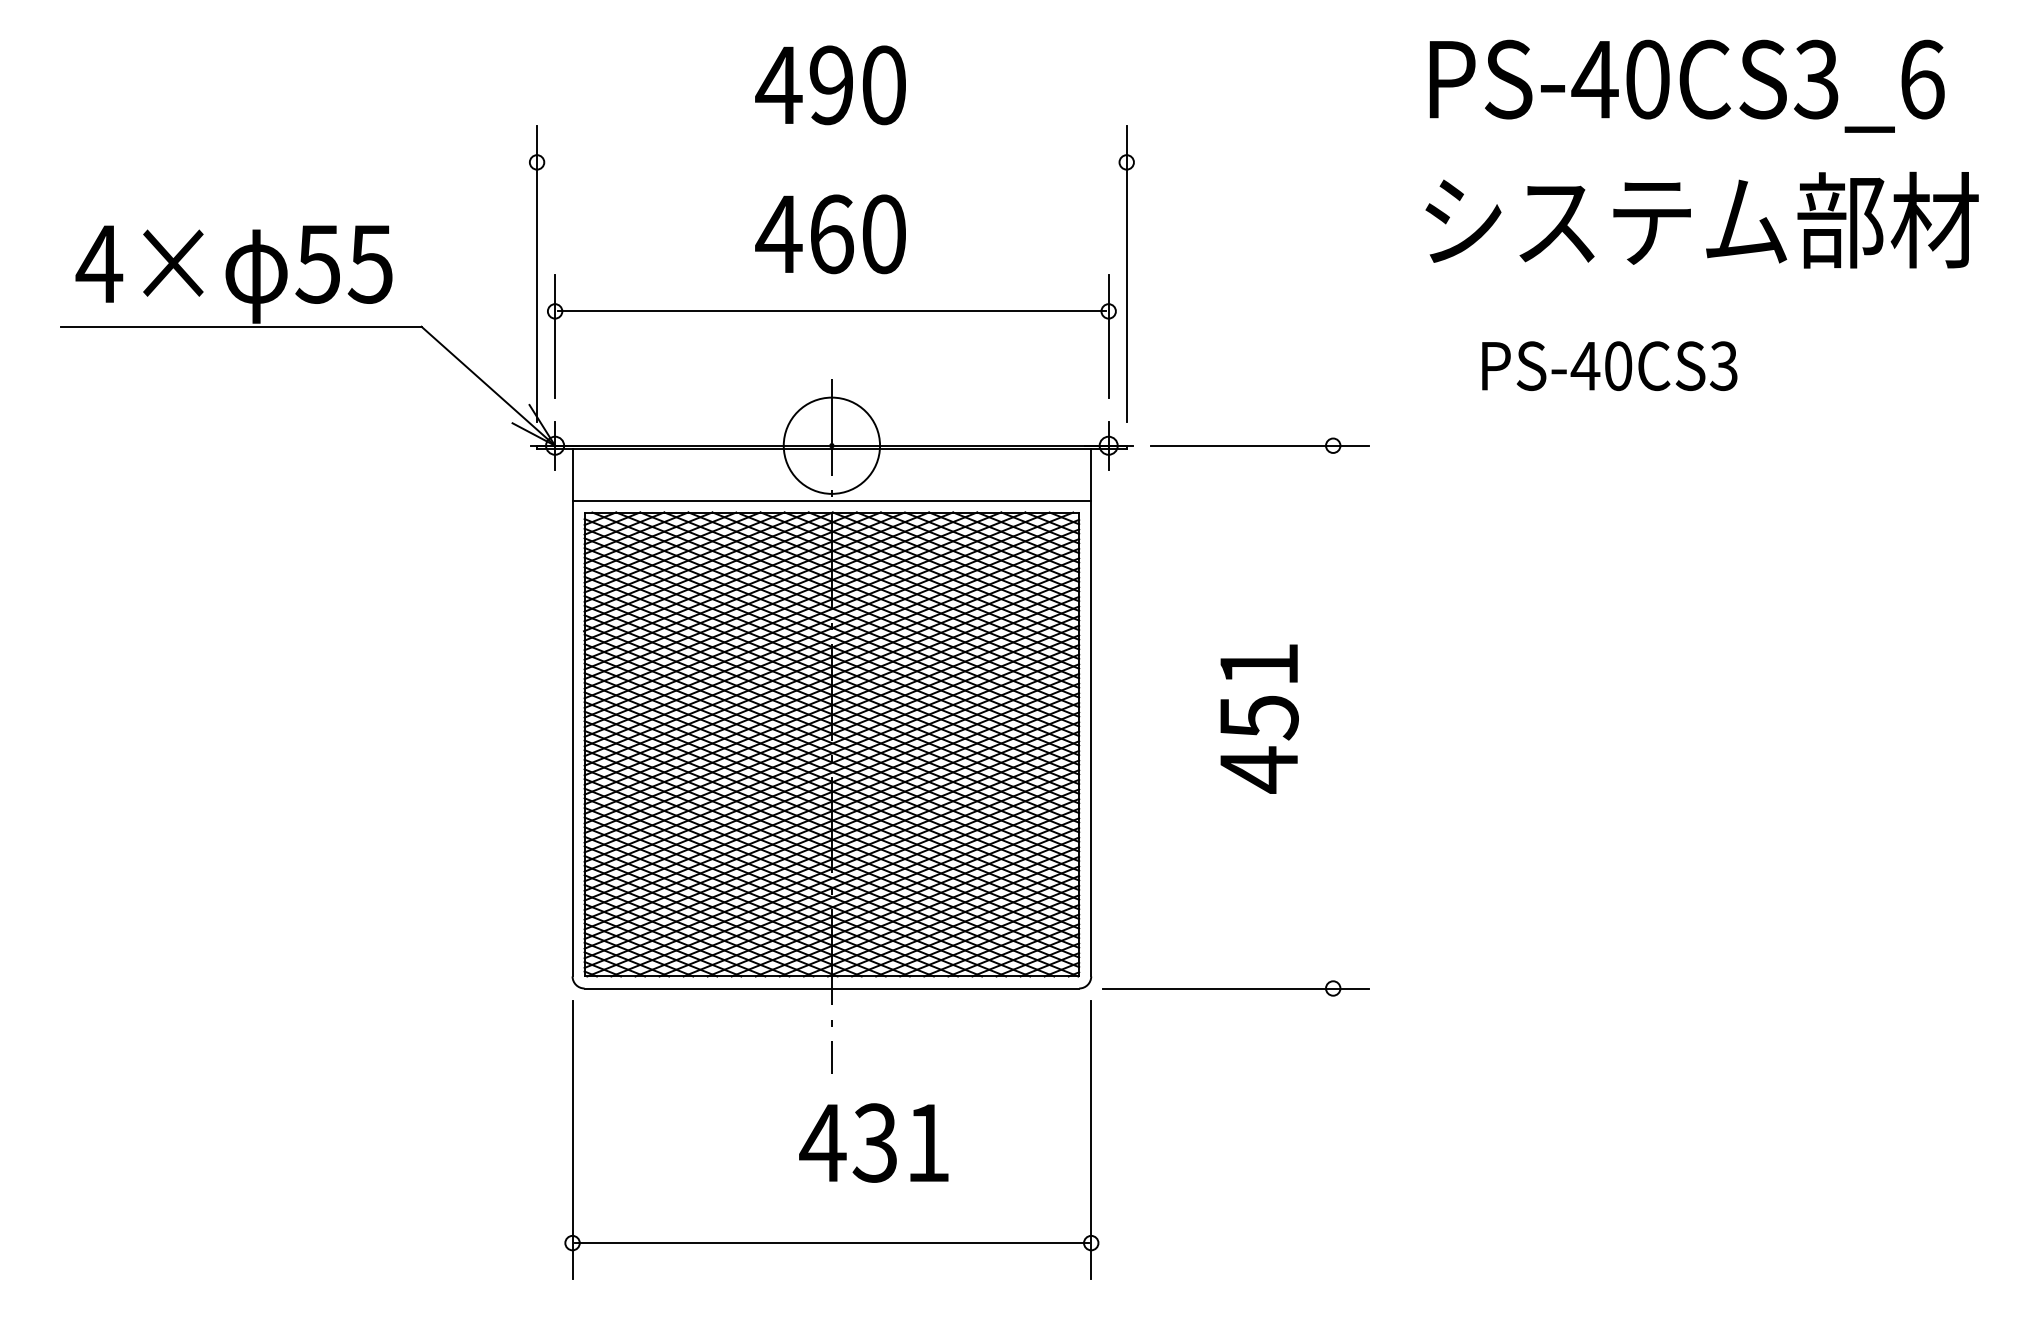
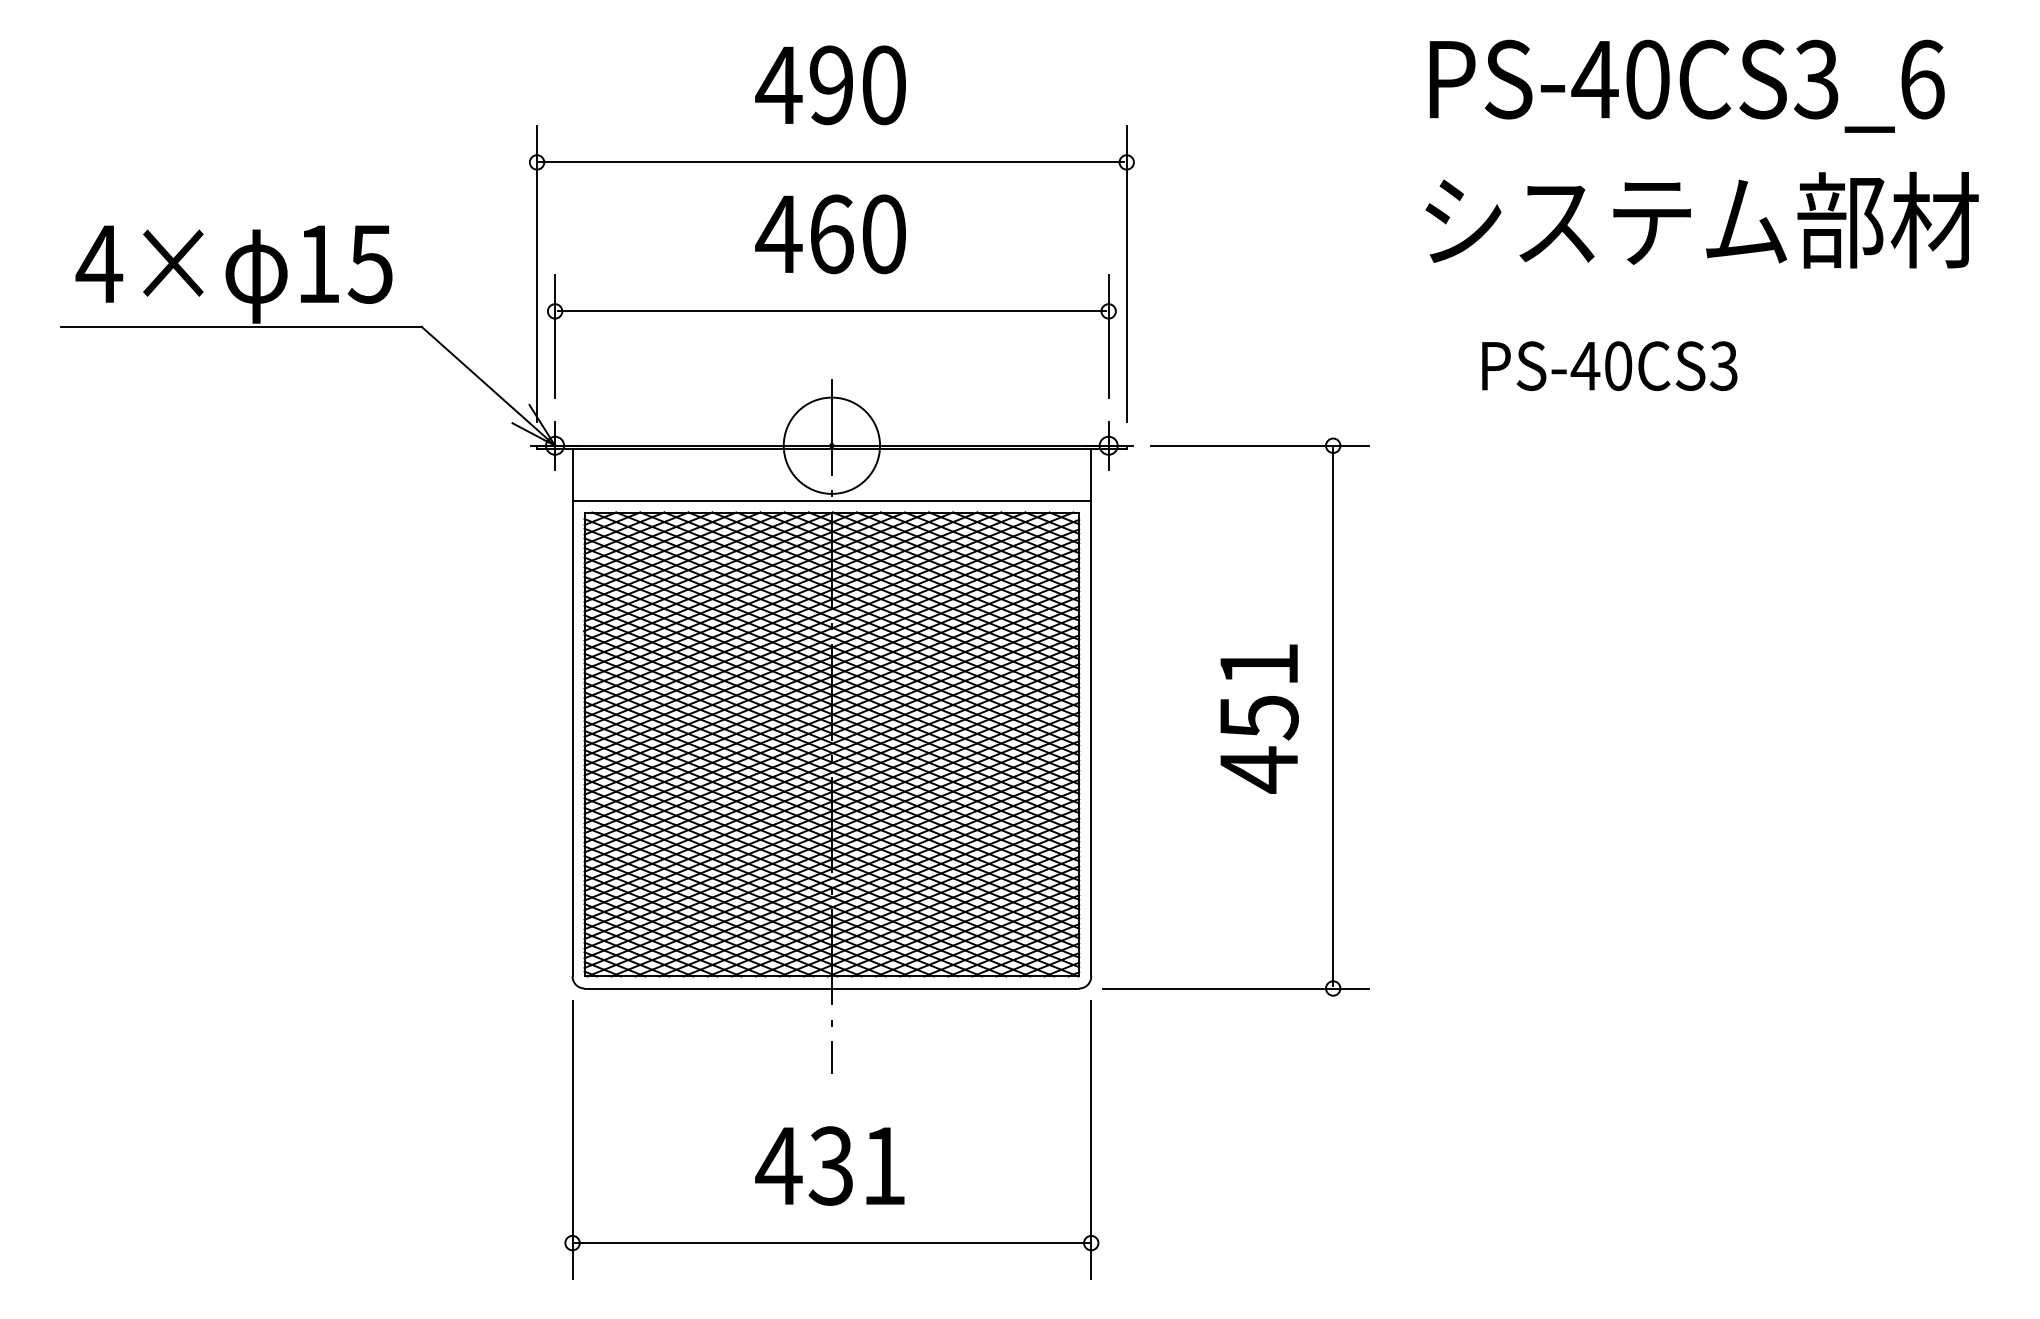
line at (831, 162): none -> present
text at (317, 264): 55 -> 15
line at (1333, 717): none -> present
text at (873, 1142) position: (873, 1142) -> (829, 1165)
